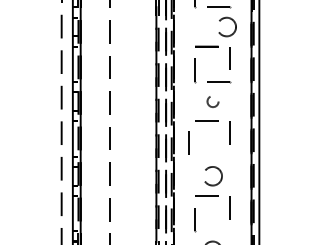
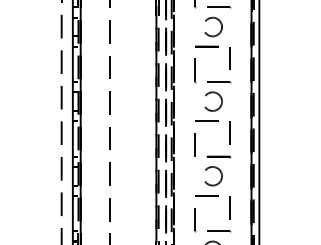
circle at (227, 26) position: (227, 26) -> (213, 26)
circle at (212, 101) size: 14x12 px -> 19x21 px
line at (188, 142) position: (188, 142) -> (194, 144)
line at (218, 156): none -> present
line at (219, 231): none -> present
